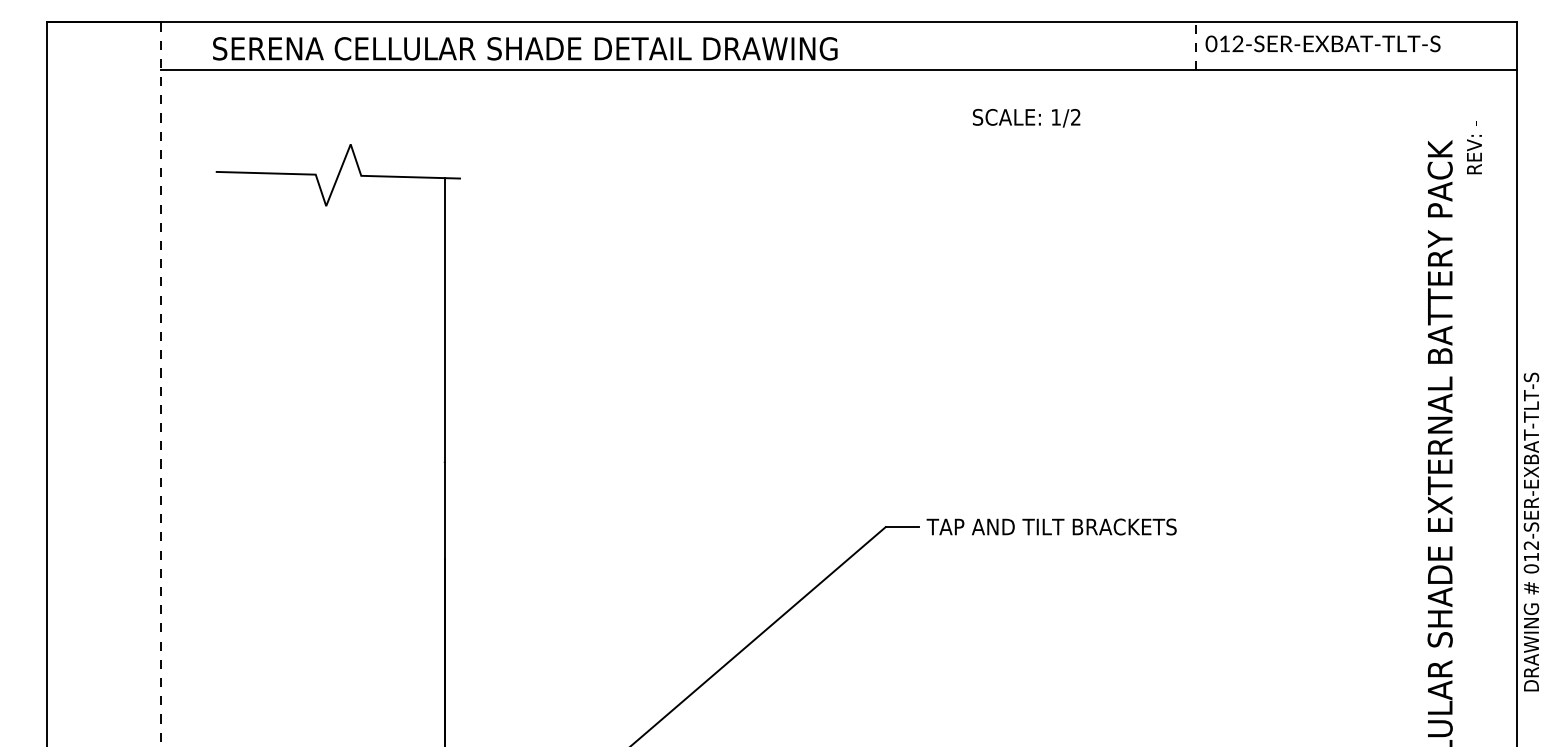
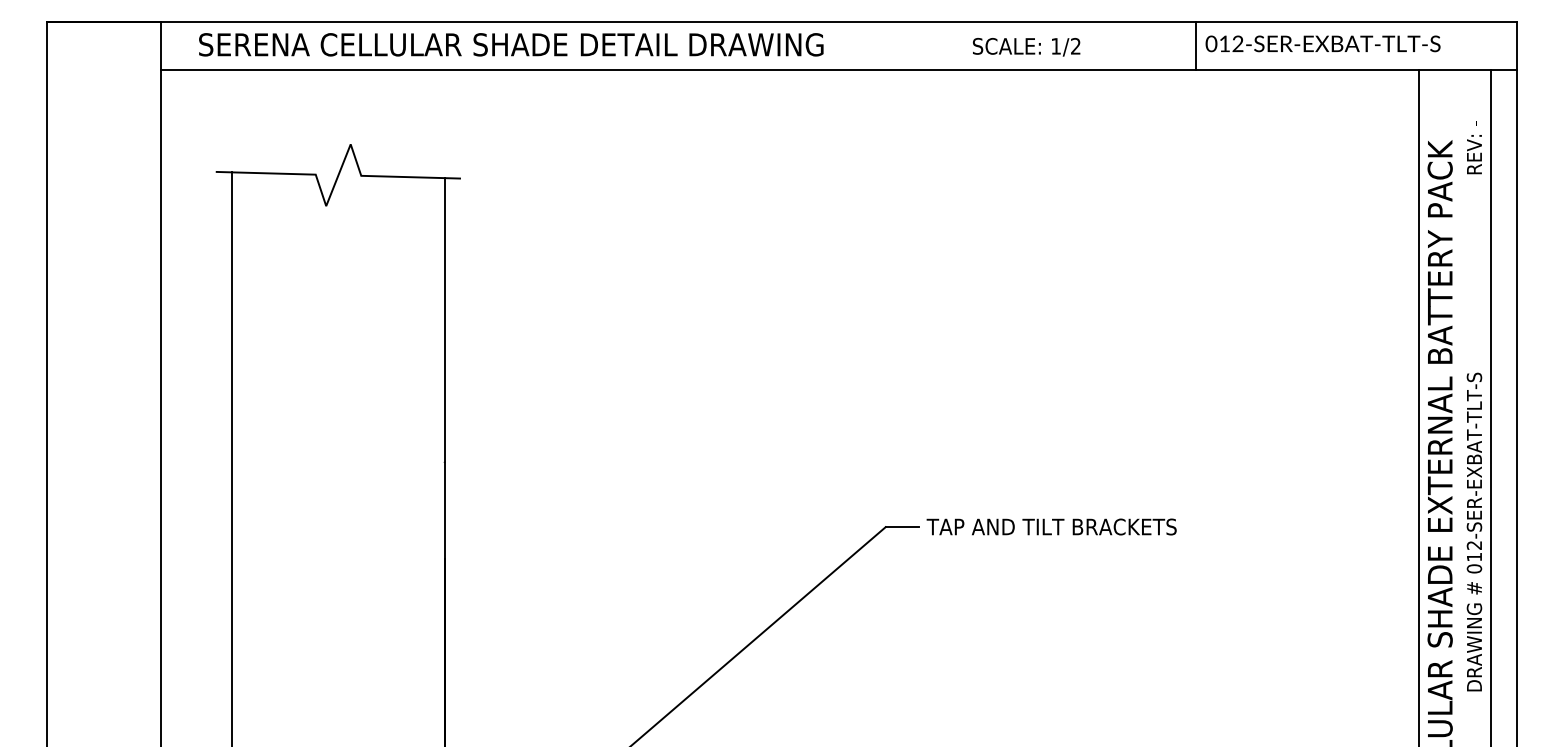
line at (1195, 46): dashed -> solid
text at (525, 48) position: (525, 48) -> (511, 44)
text at (1026, 118) position: (1026, 118) -> (1026, 47)
line at (160, 384): dashed -> solid
line at (1419, 406): none -> present
line at (1491, 406): none -> present
line at (232, 457): none -> present
text at (1531, 531) position: (1531, 531) -> (1474, 531)
